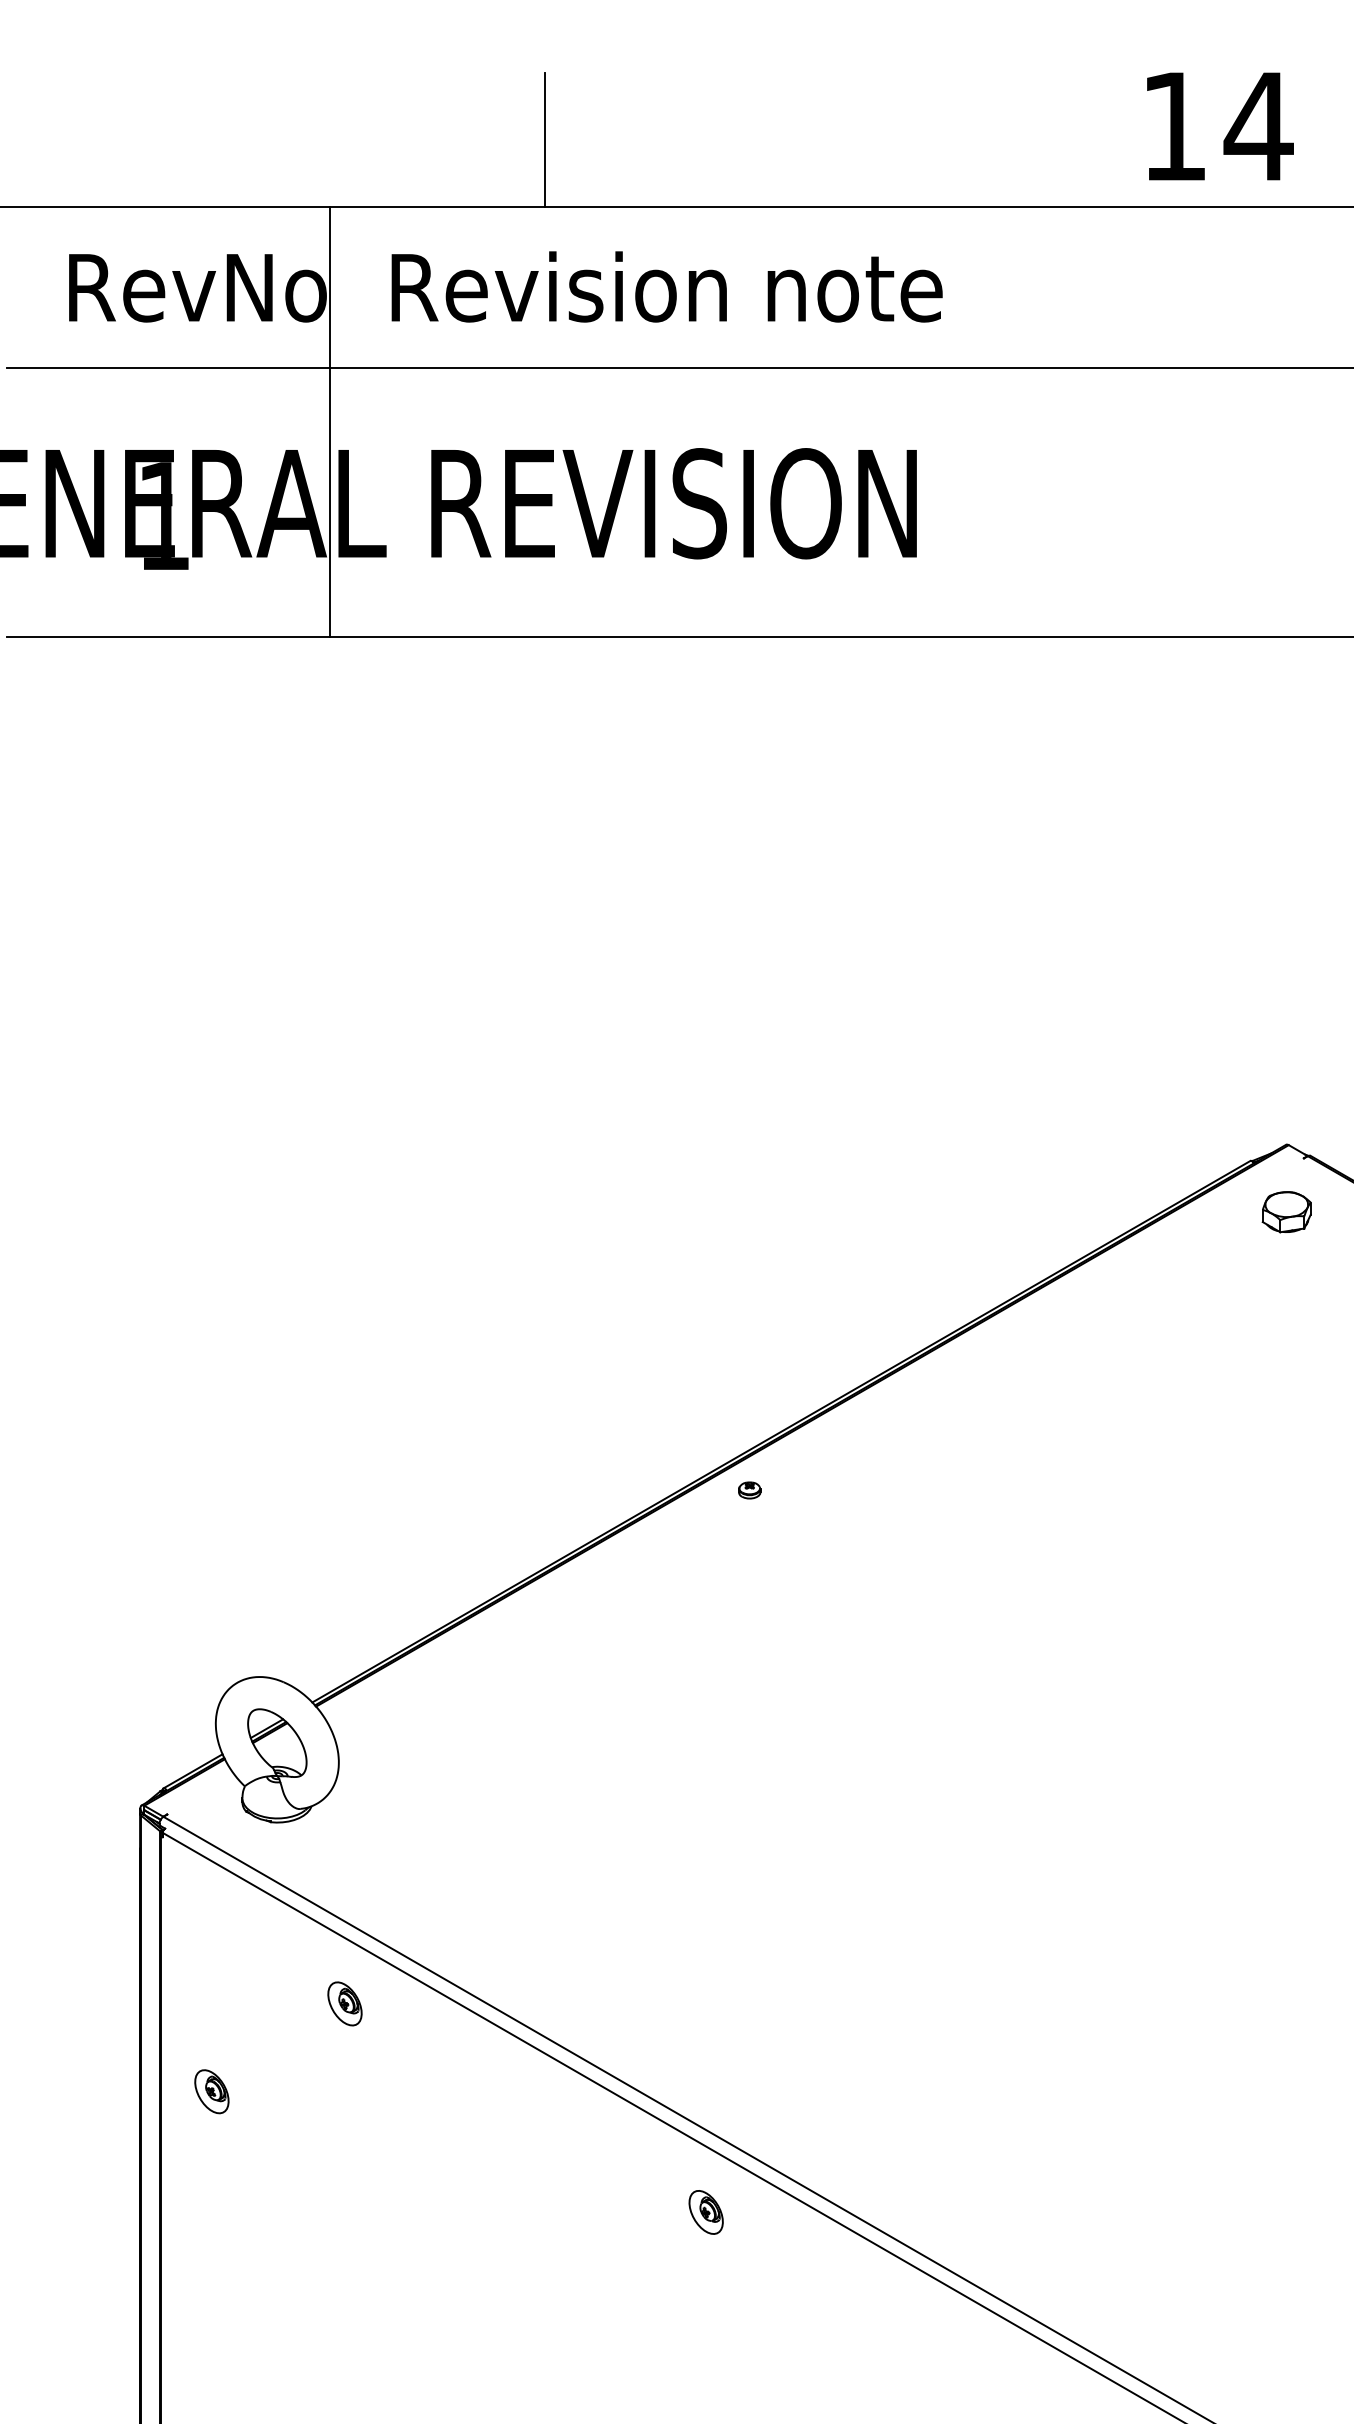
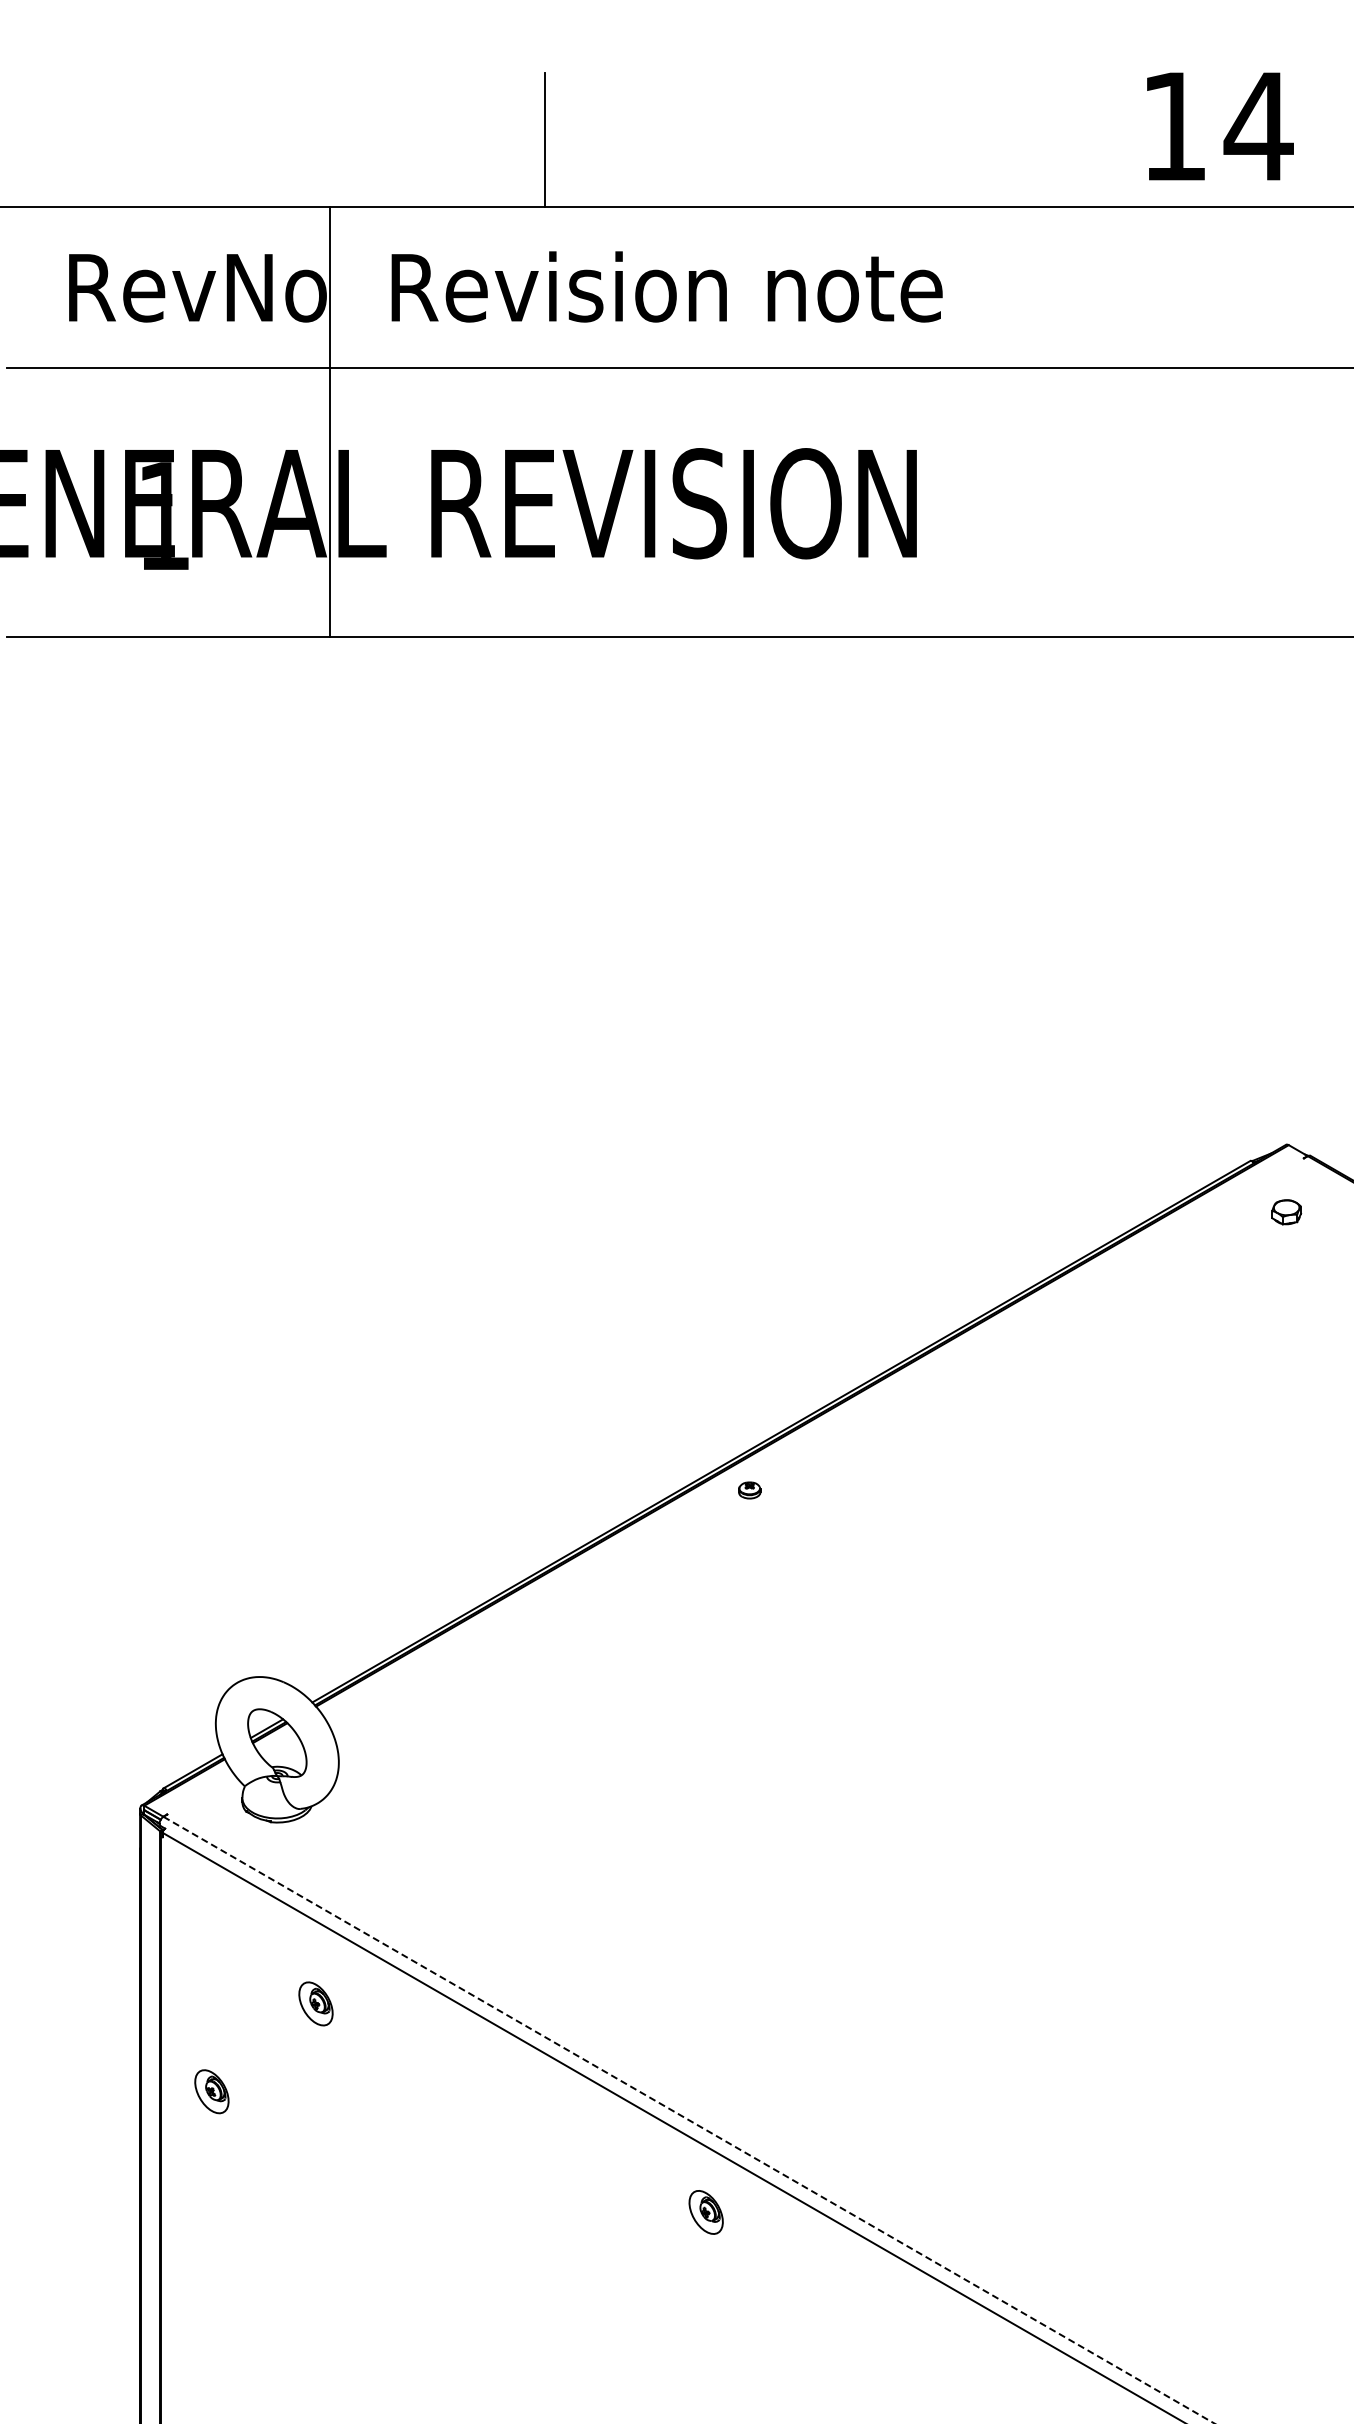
part at (1286, 1212) size: 51x43 px -> 32x27 px
part at (344, 2003) position: (344, 2003) -> (315, 2003)
line at (689, 2120): solid -> dashed
